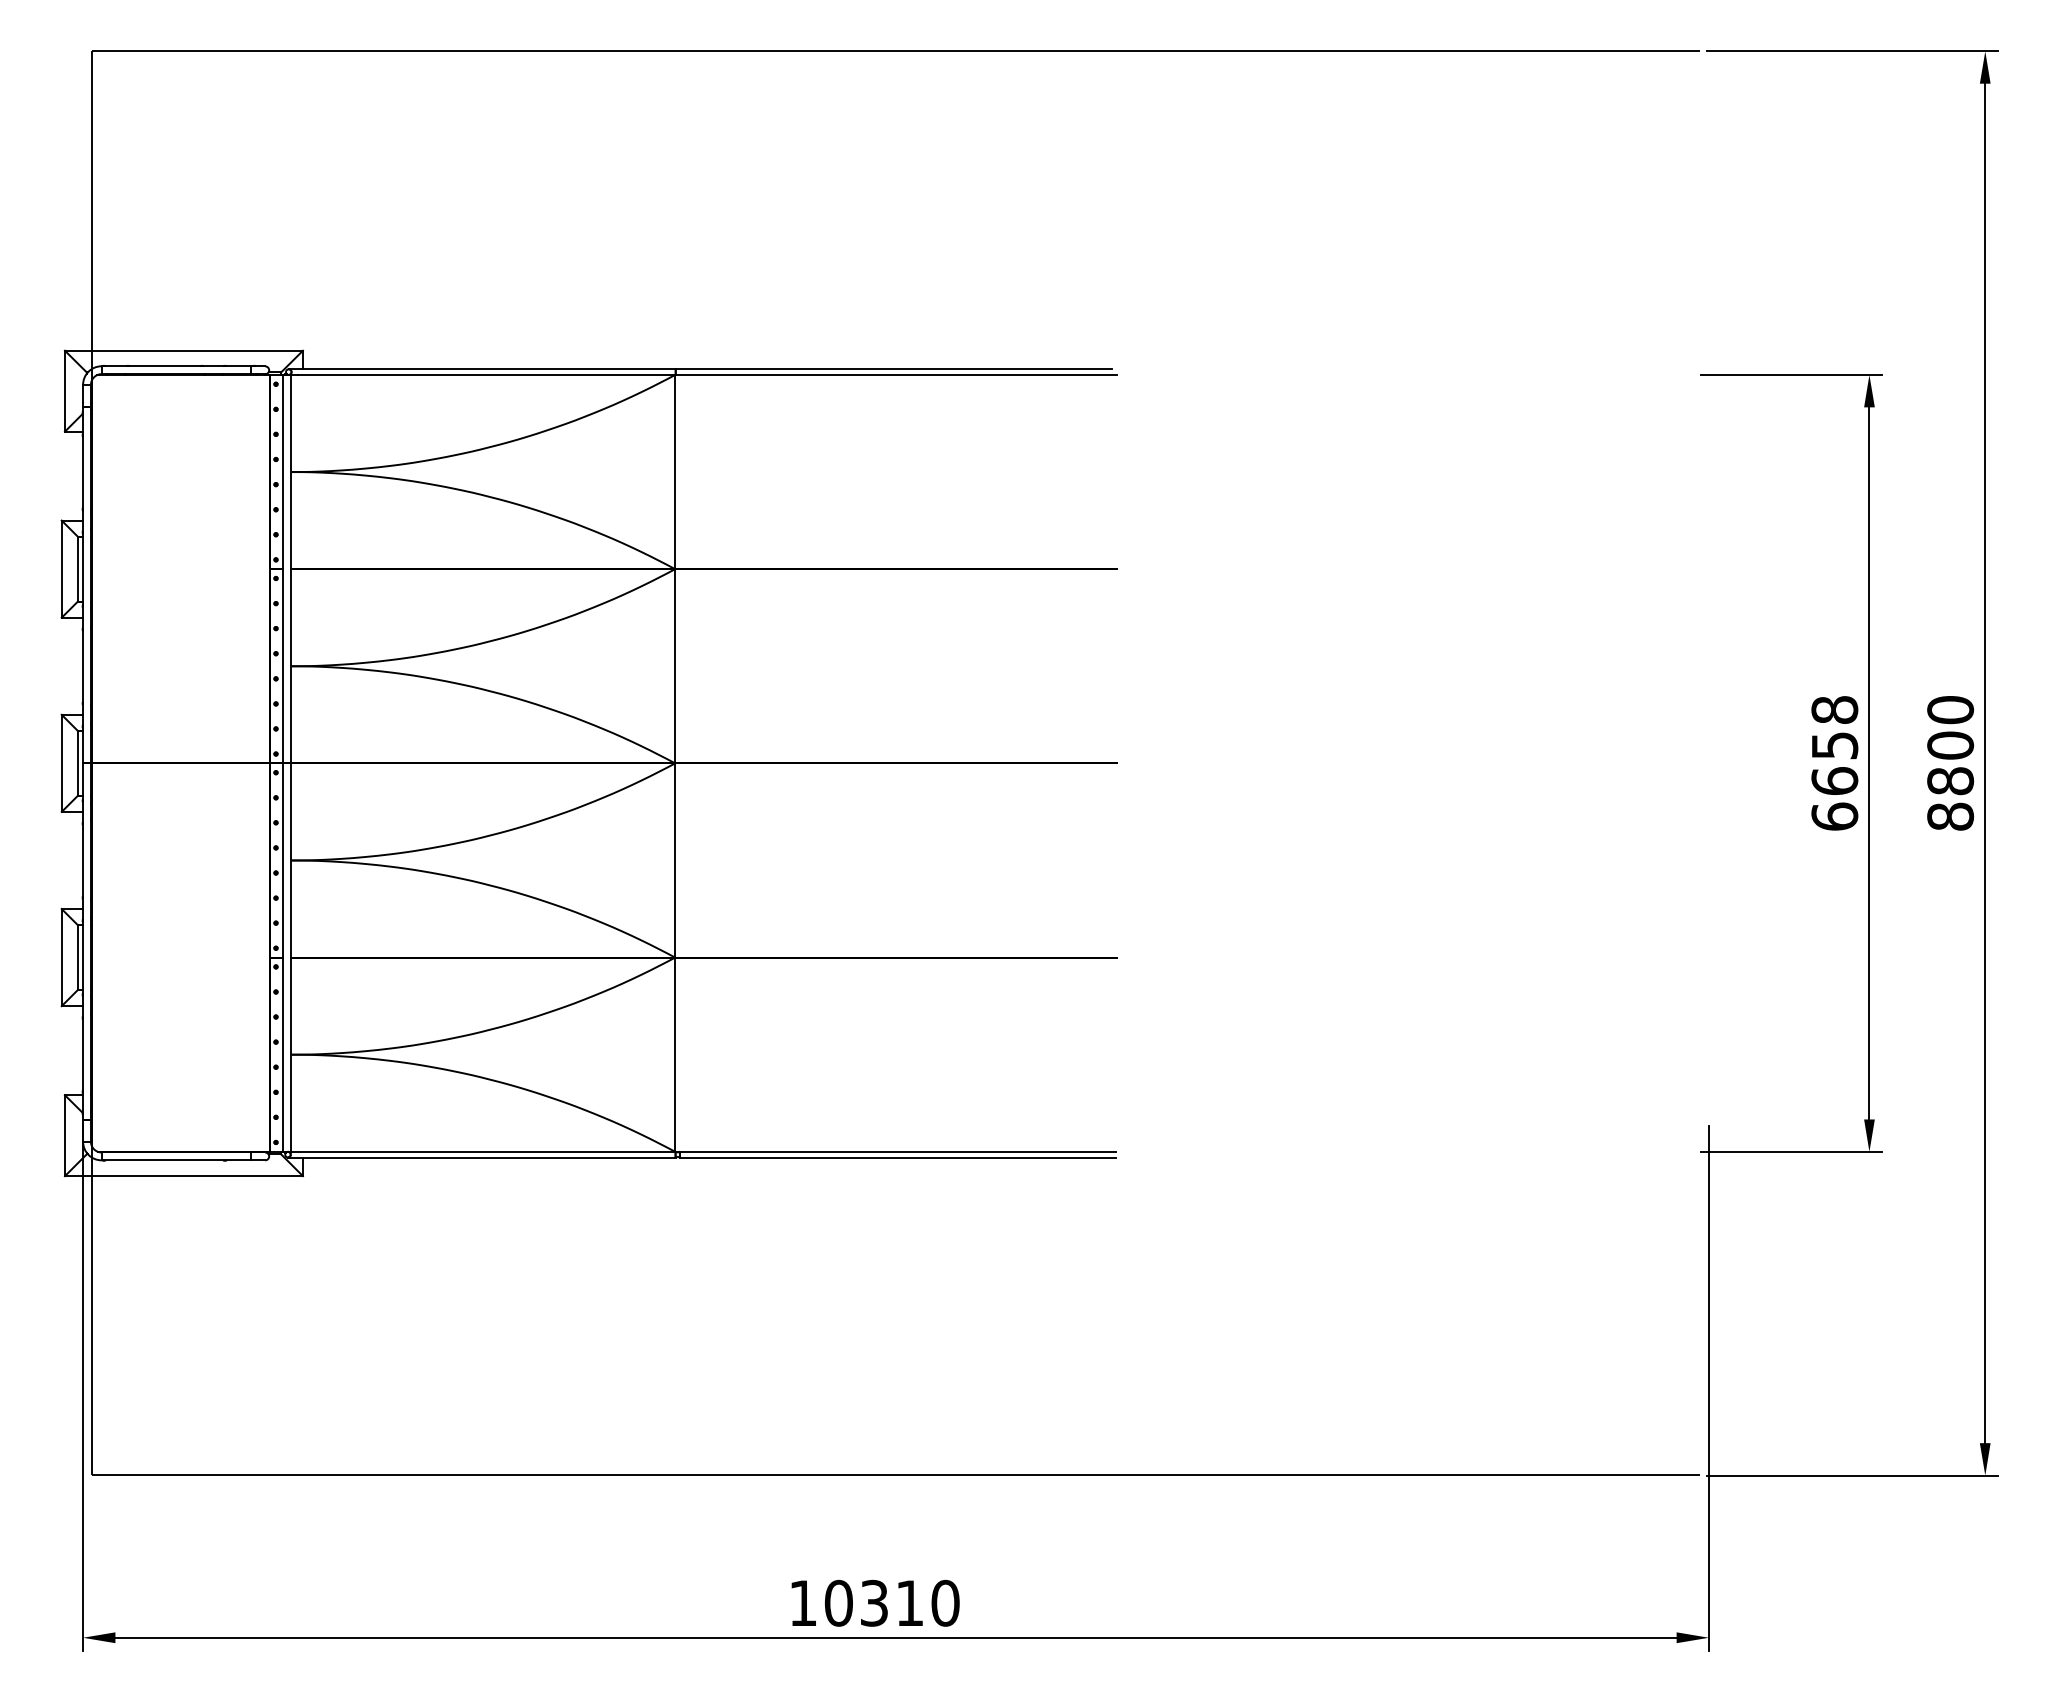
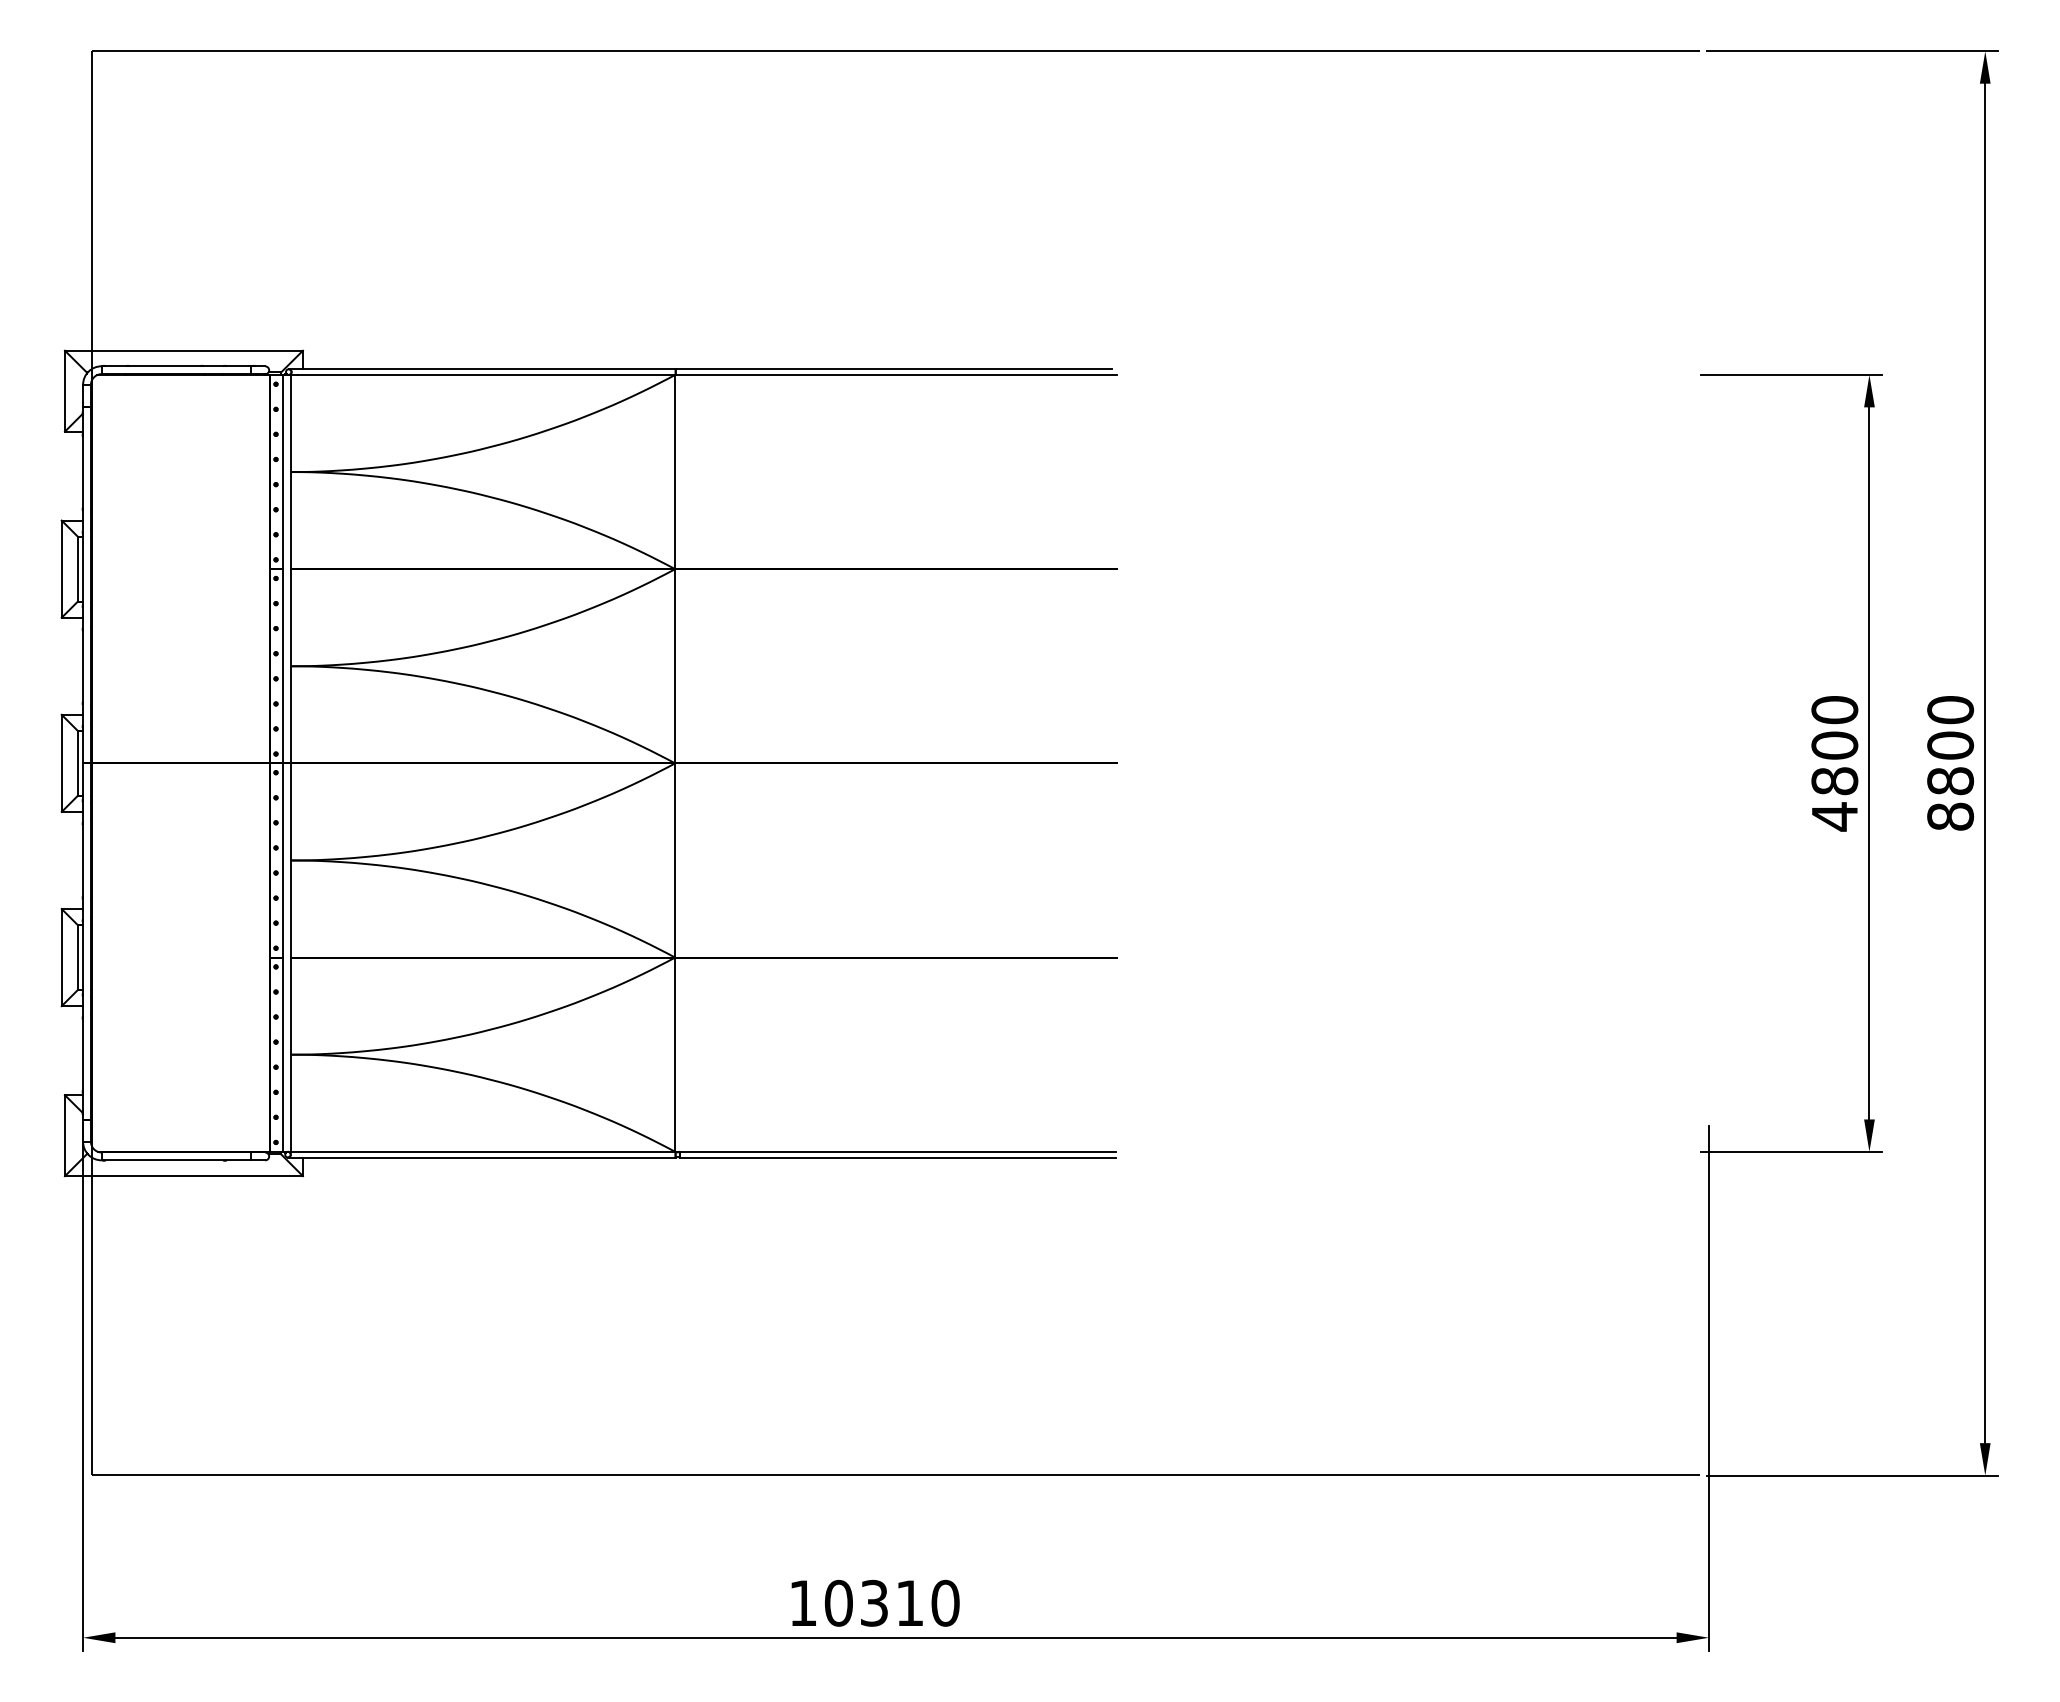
text at (1834, 763): 6658 -> 4800
